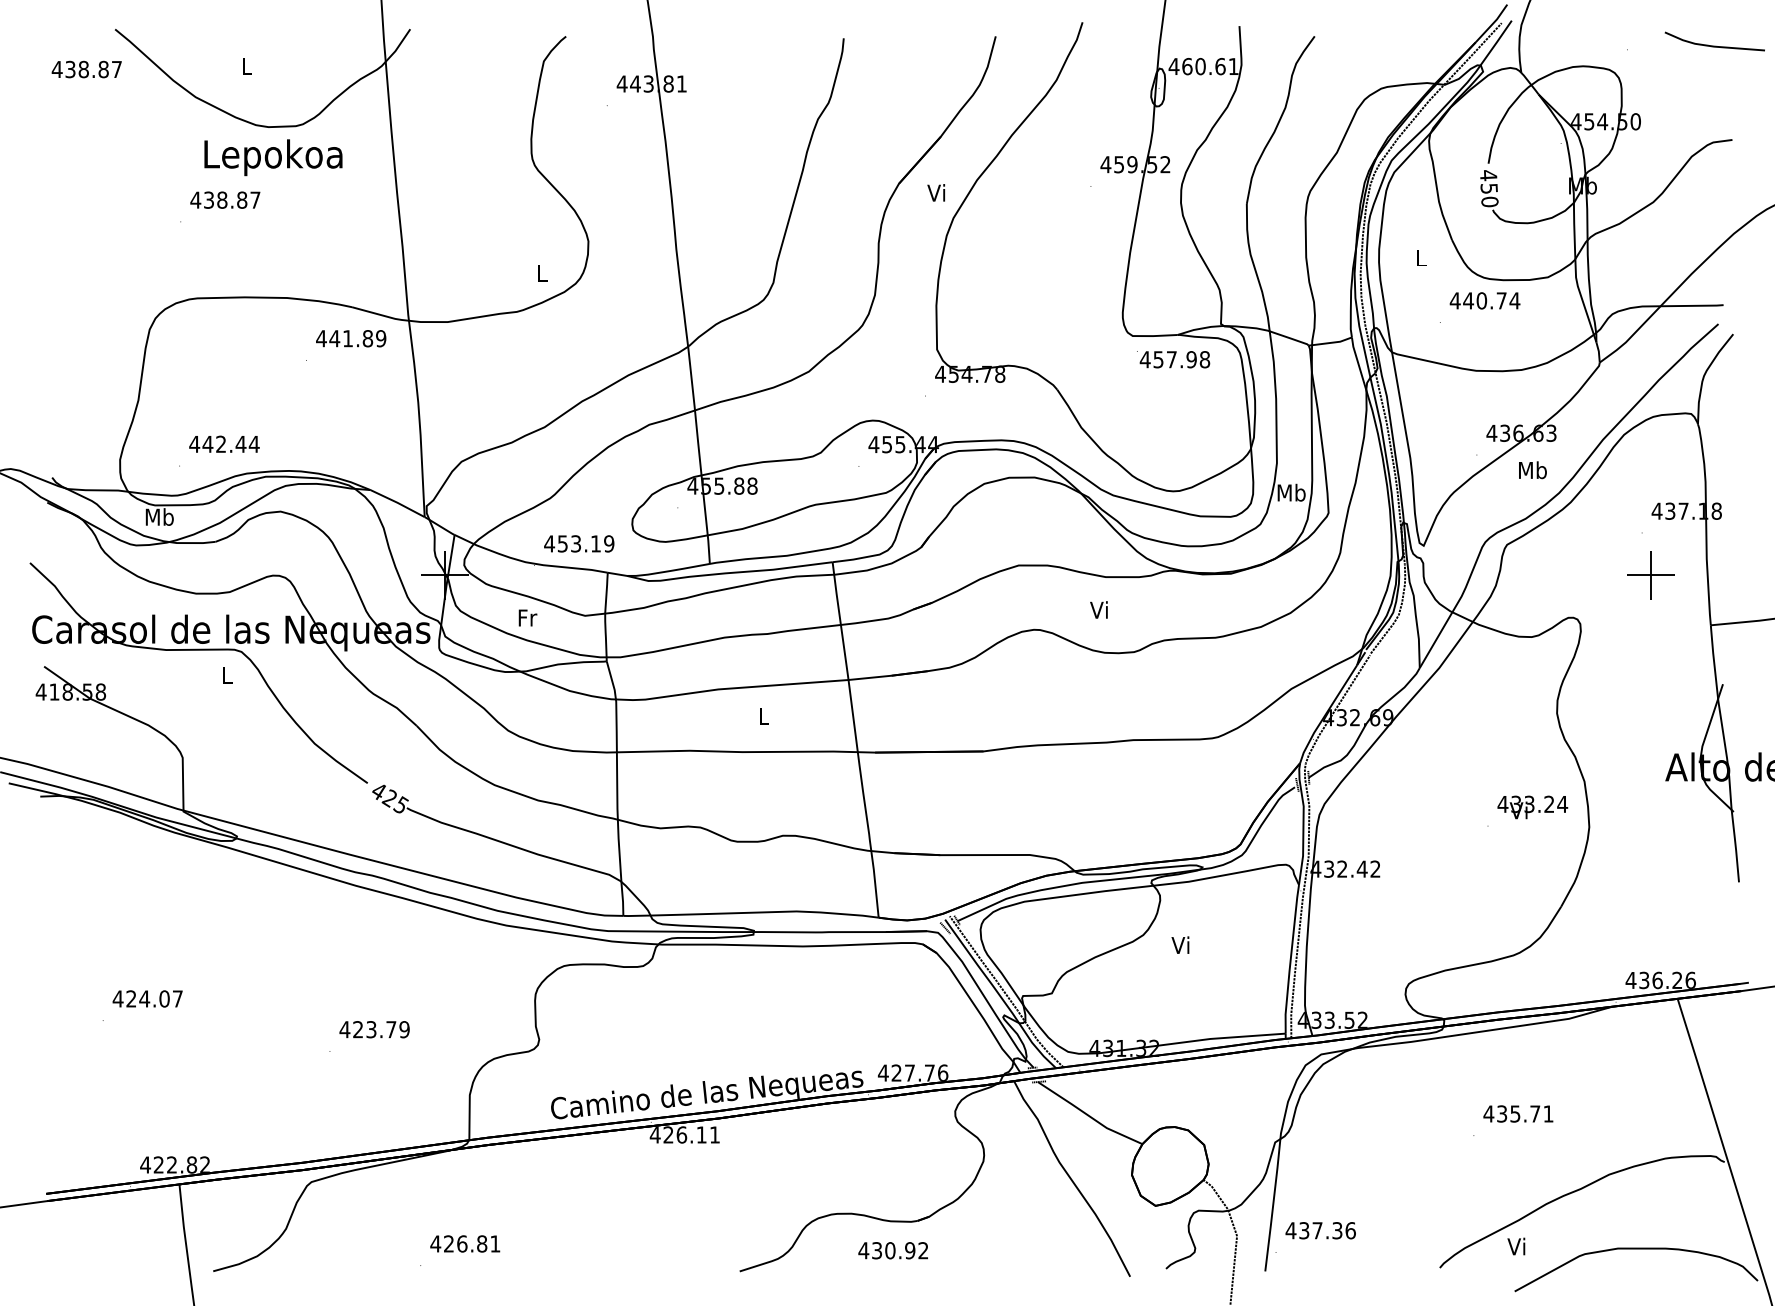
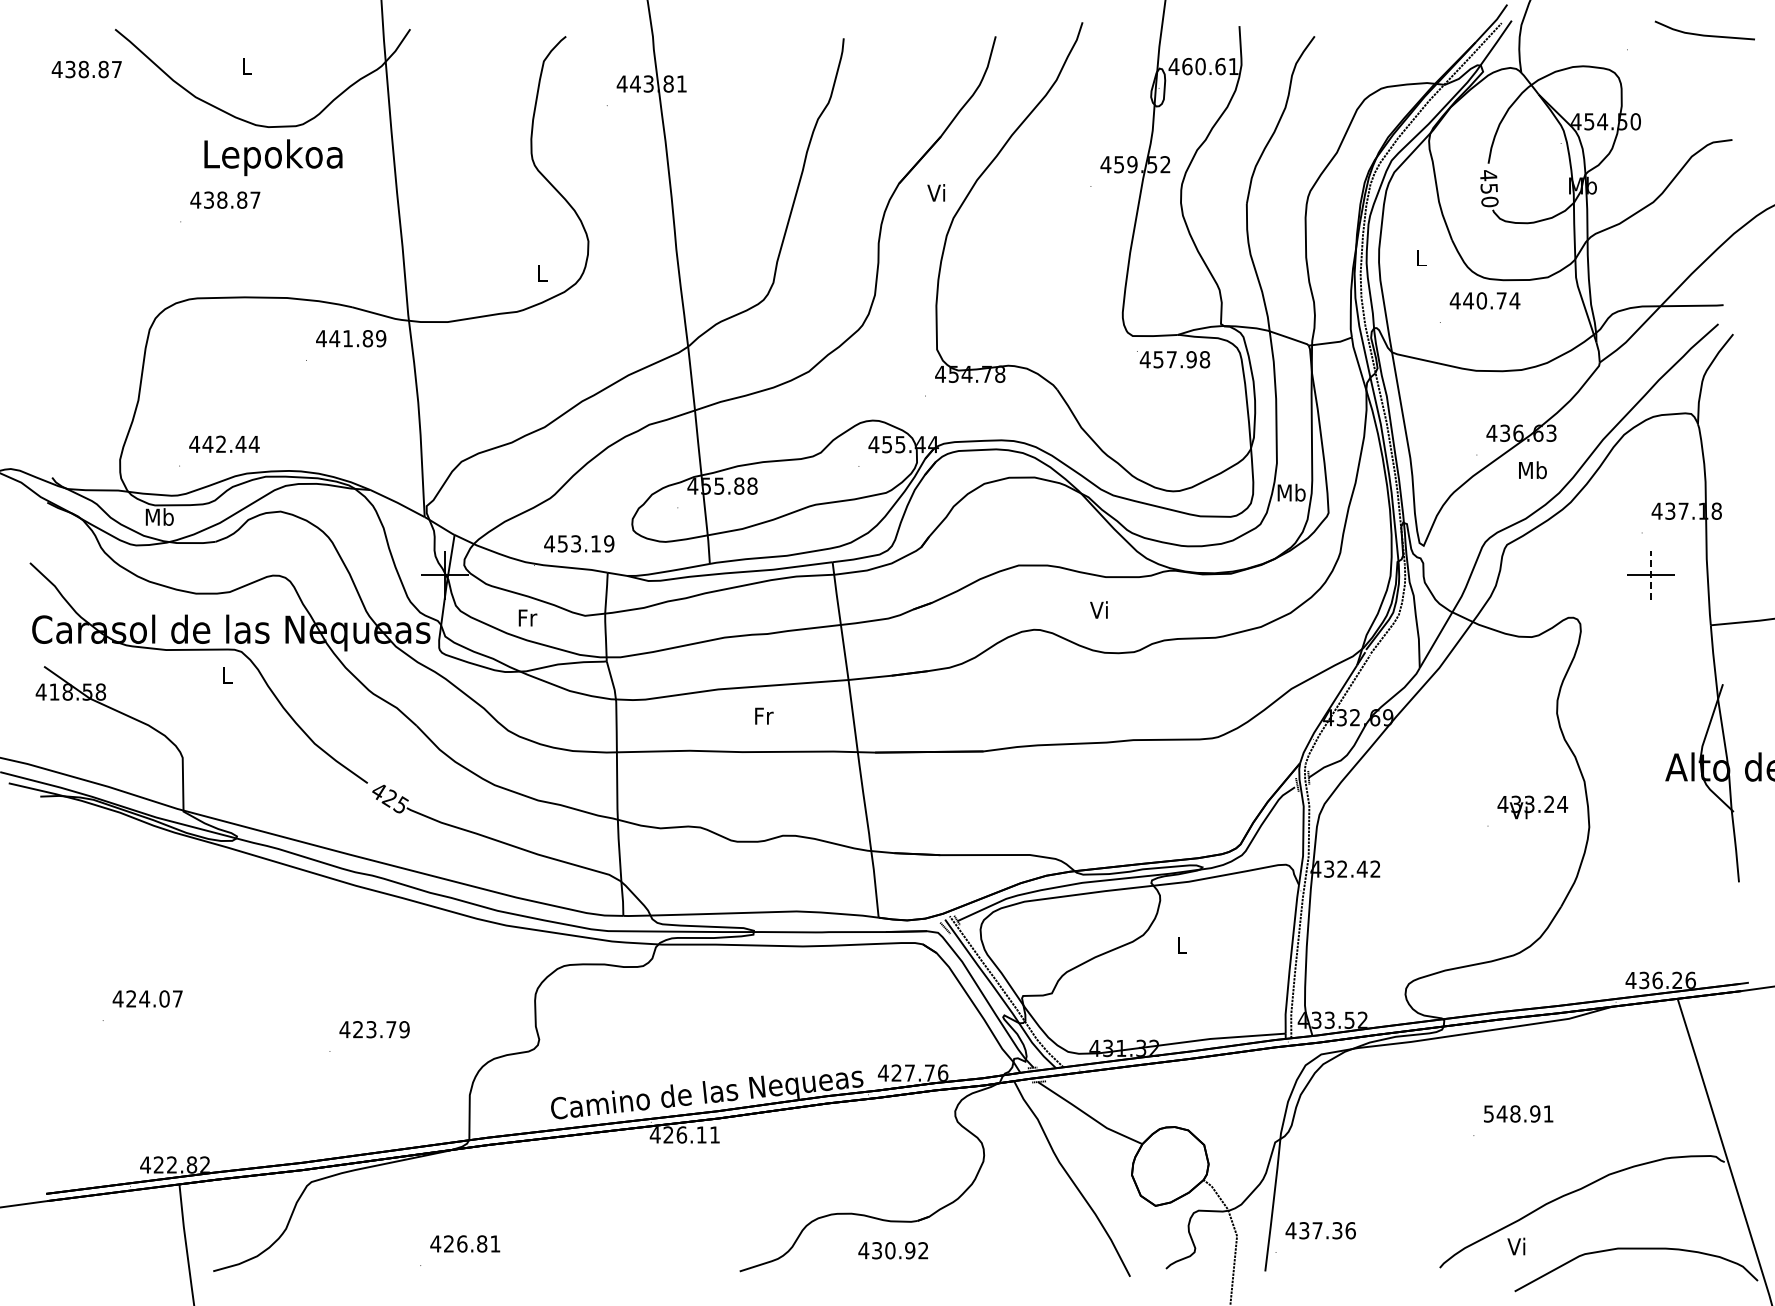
line at (1714, 45) position: (1714, 45) -> (1704, 34)
line at (1650, 574): solid -> dashed
text at (764, 715): L -> Fr
text at (1180, 944): Vi -> L
text at (1511, 1113): 435.71 -> 548.91
